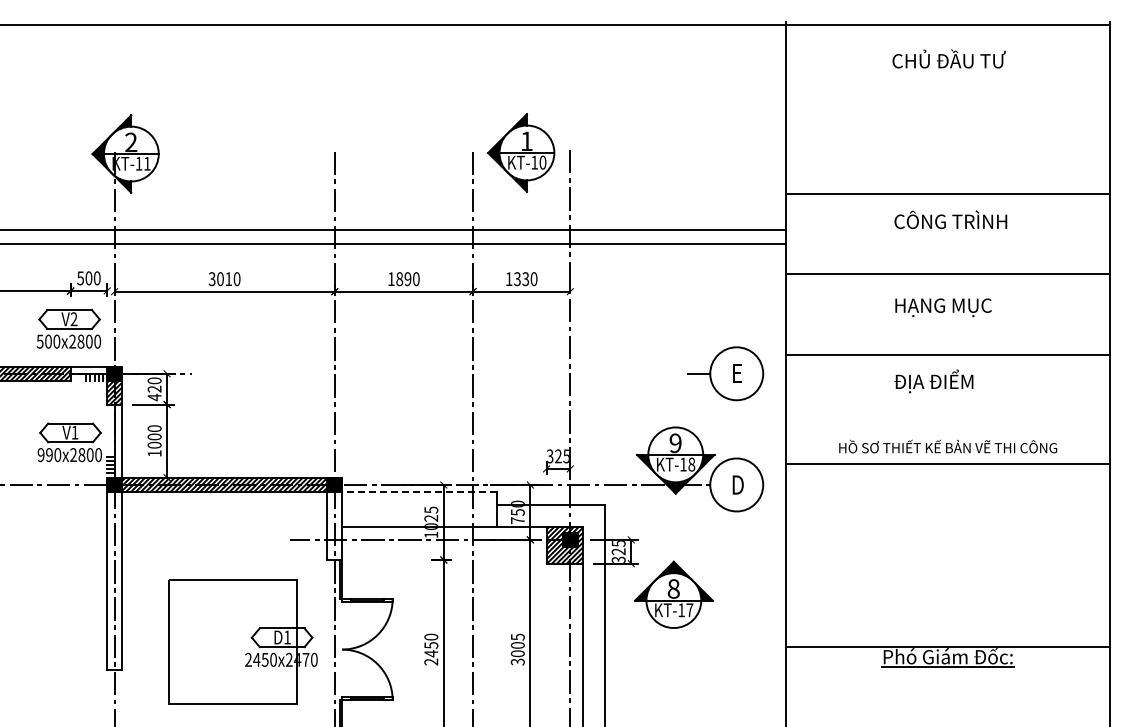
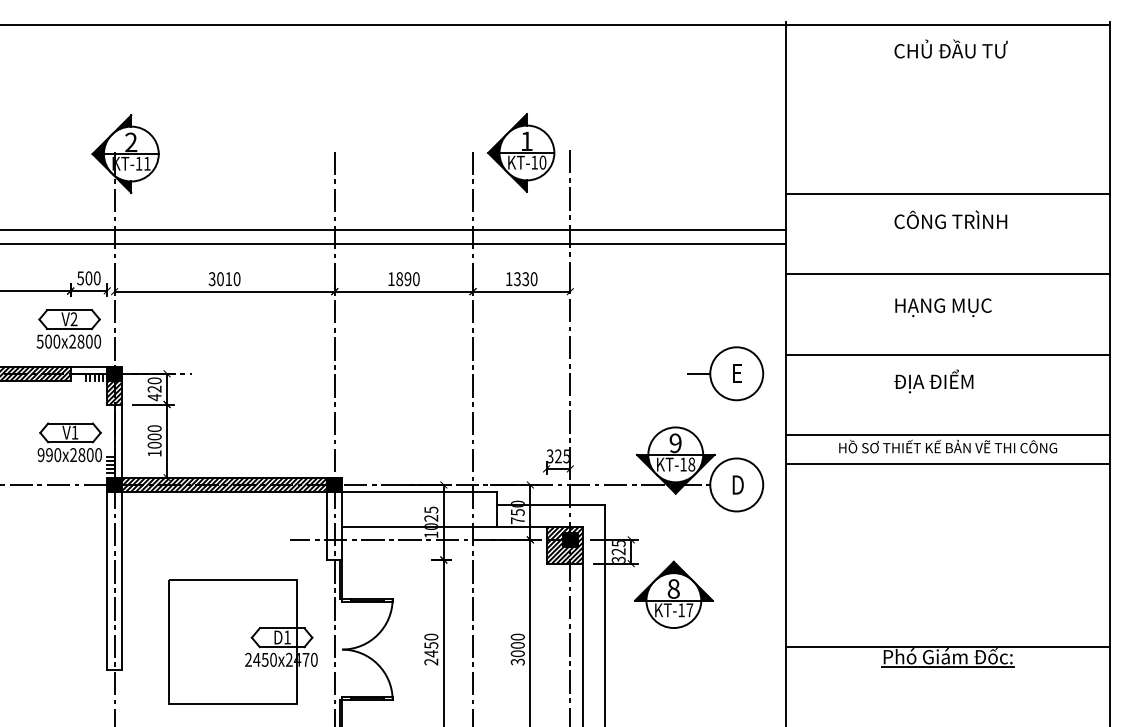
text at (948, 58) position: (948, 58) -> (950, 48)
line at (947, 435): none -> present
line at (419, 492): dashed -> solid
text at (517, 636): 3005 -> 3000
